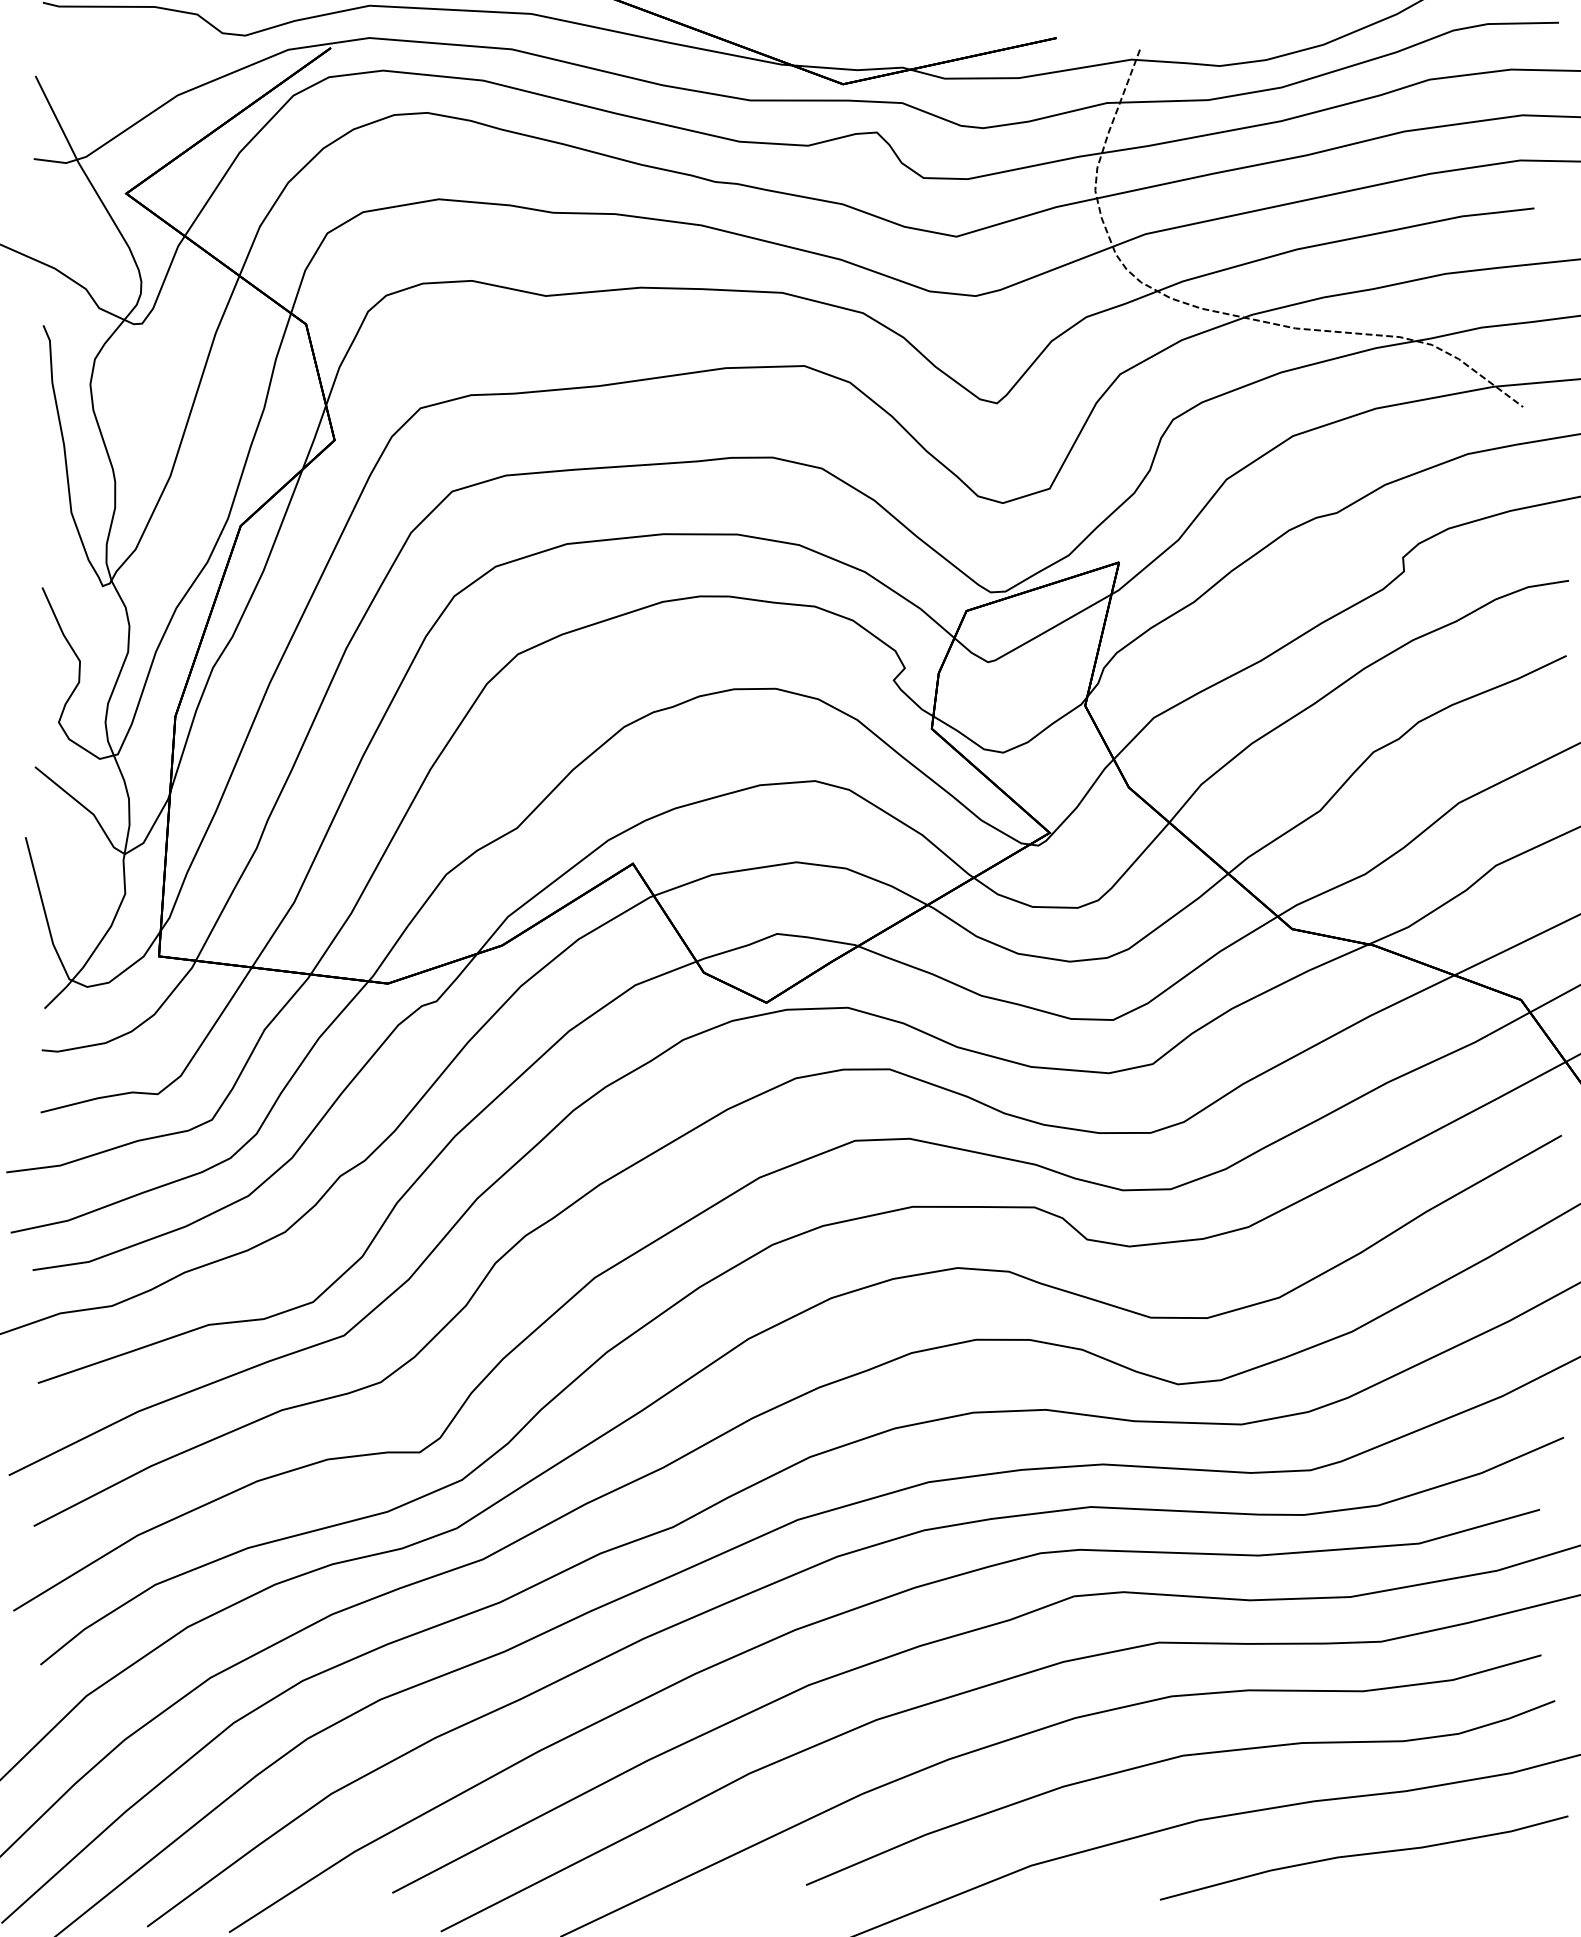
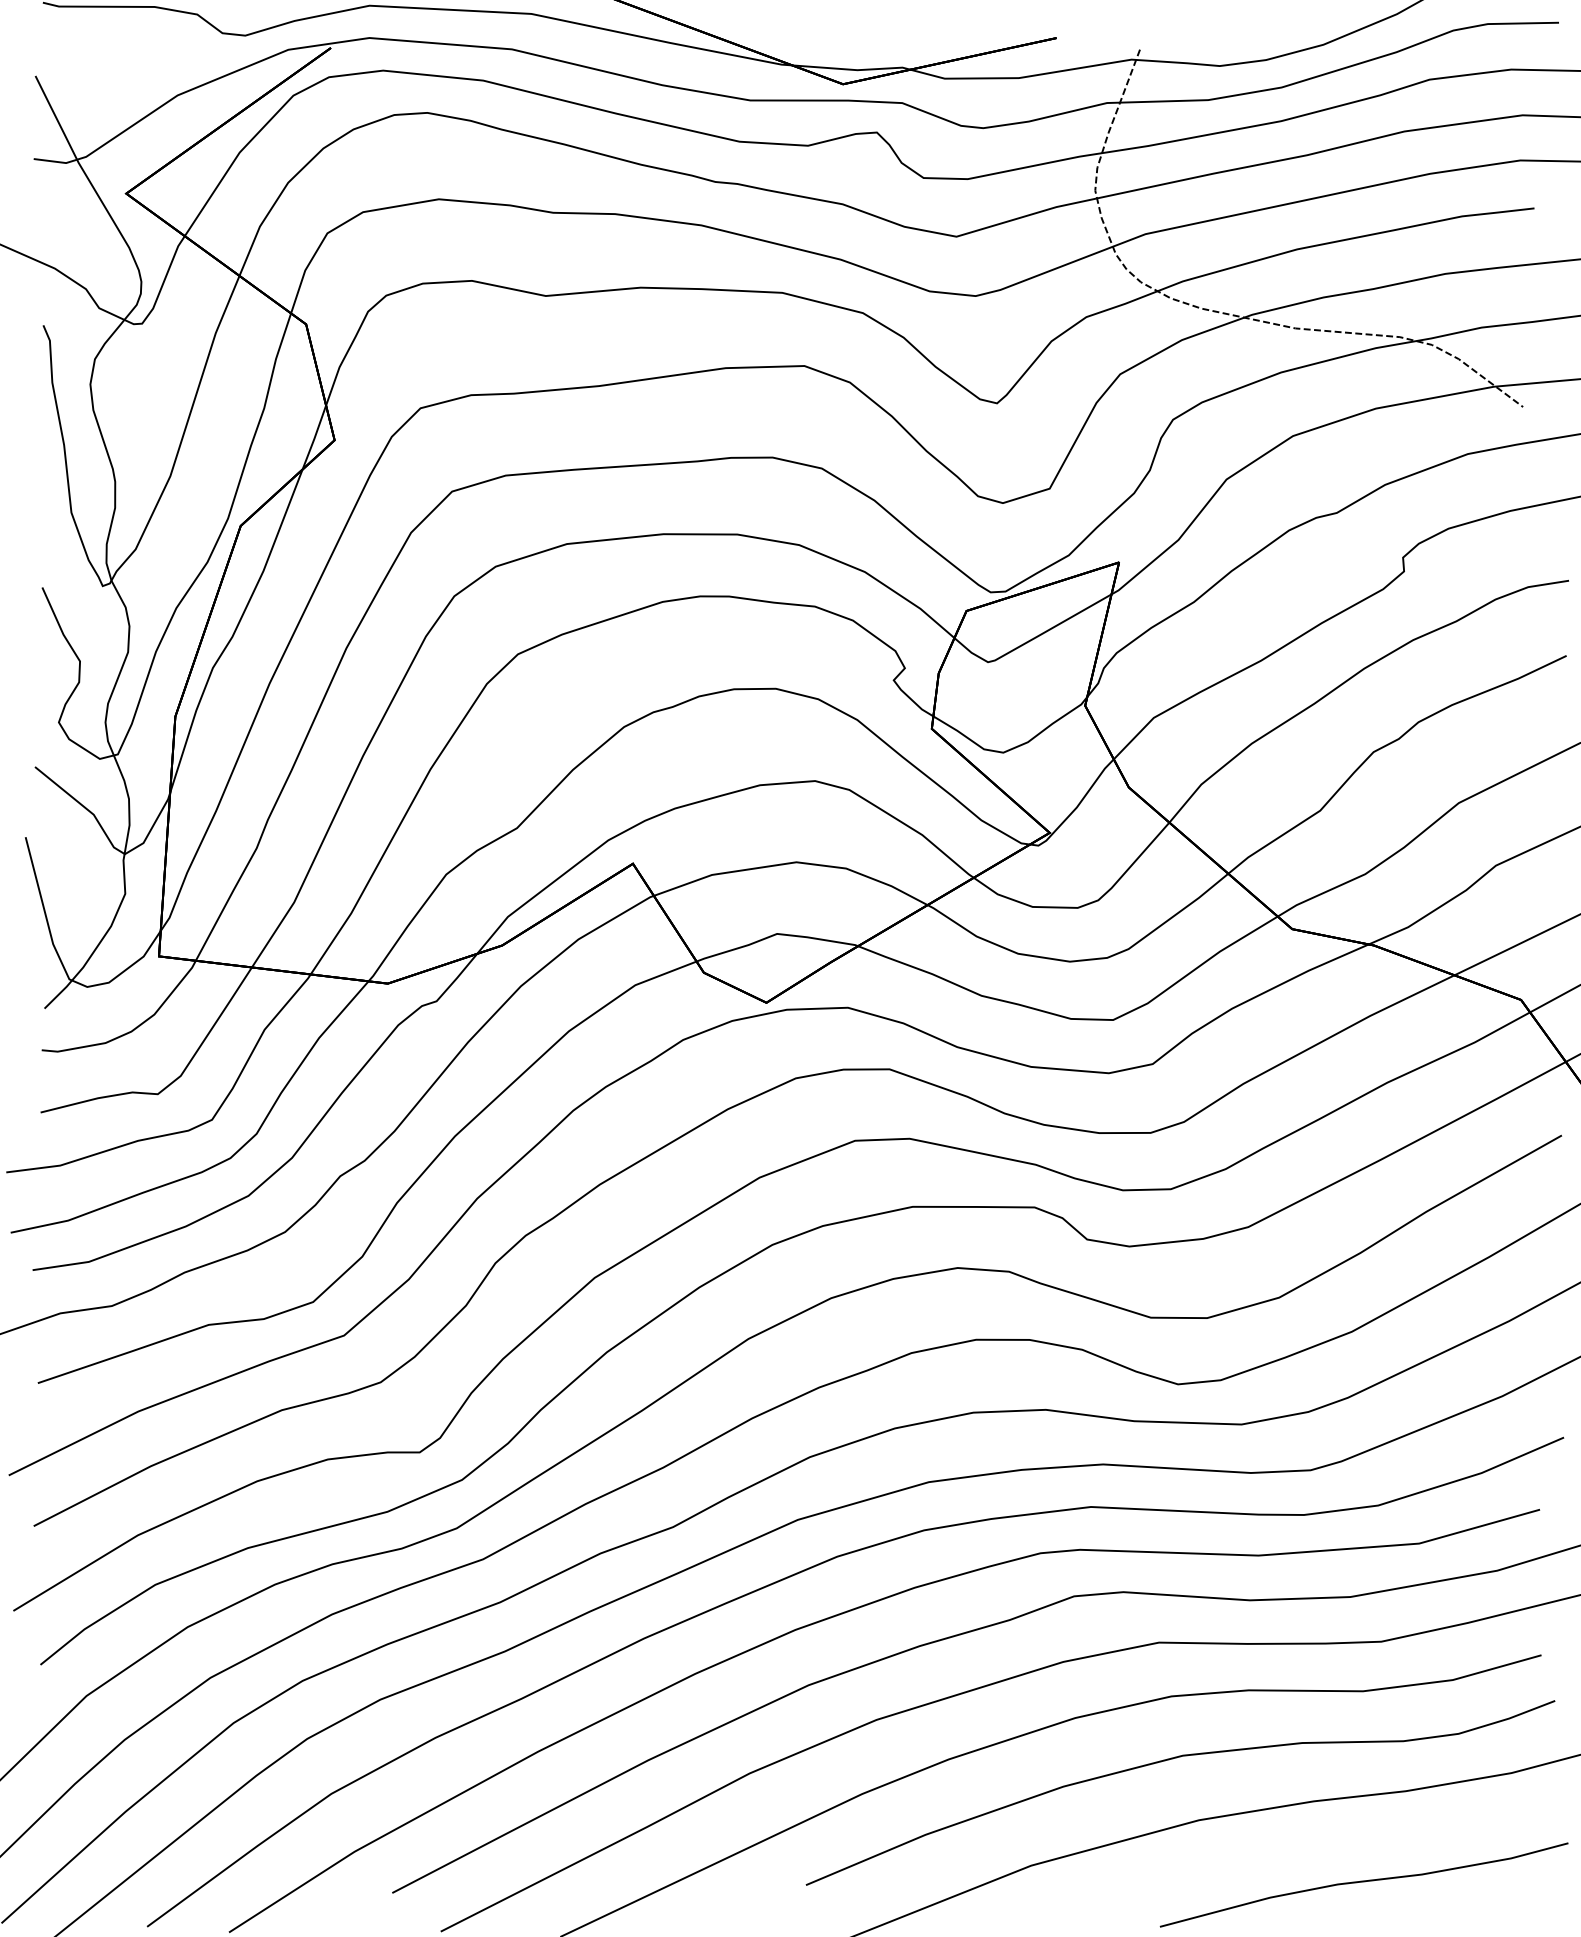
part at (1363, 1857) position: (1363, 1857) -> (1363, 1884)
